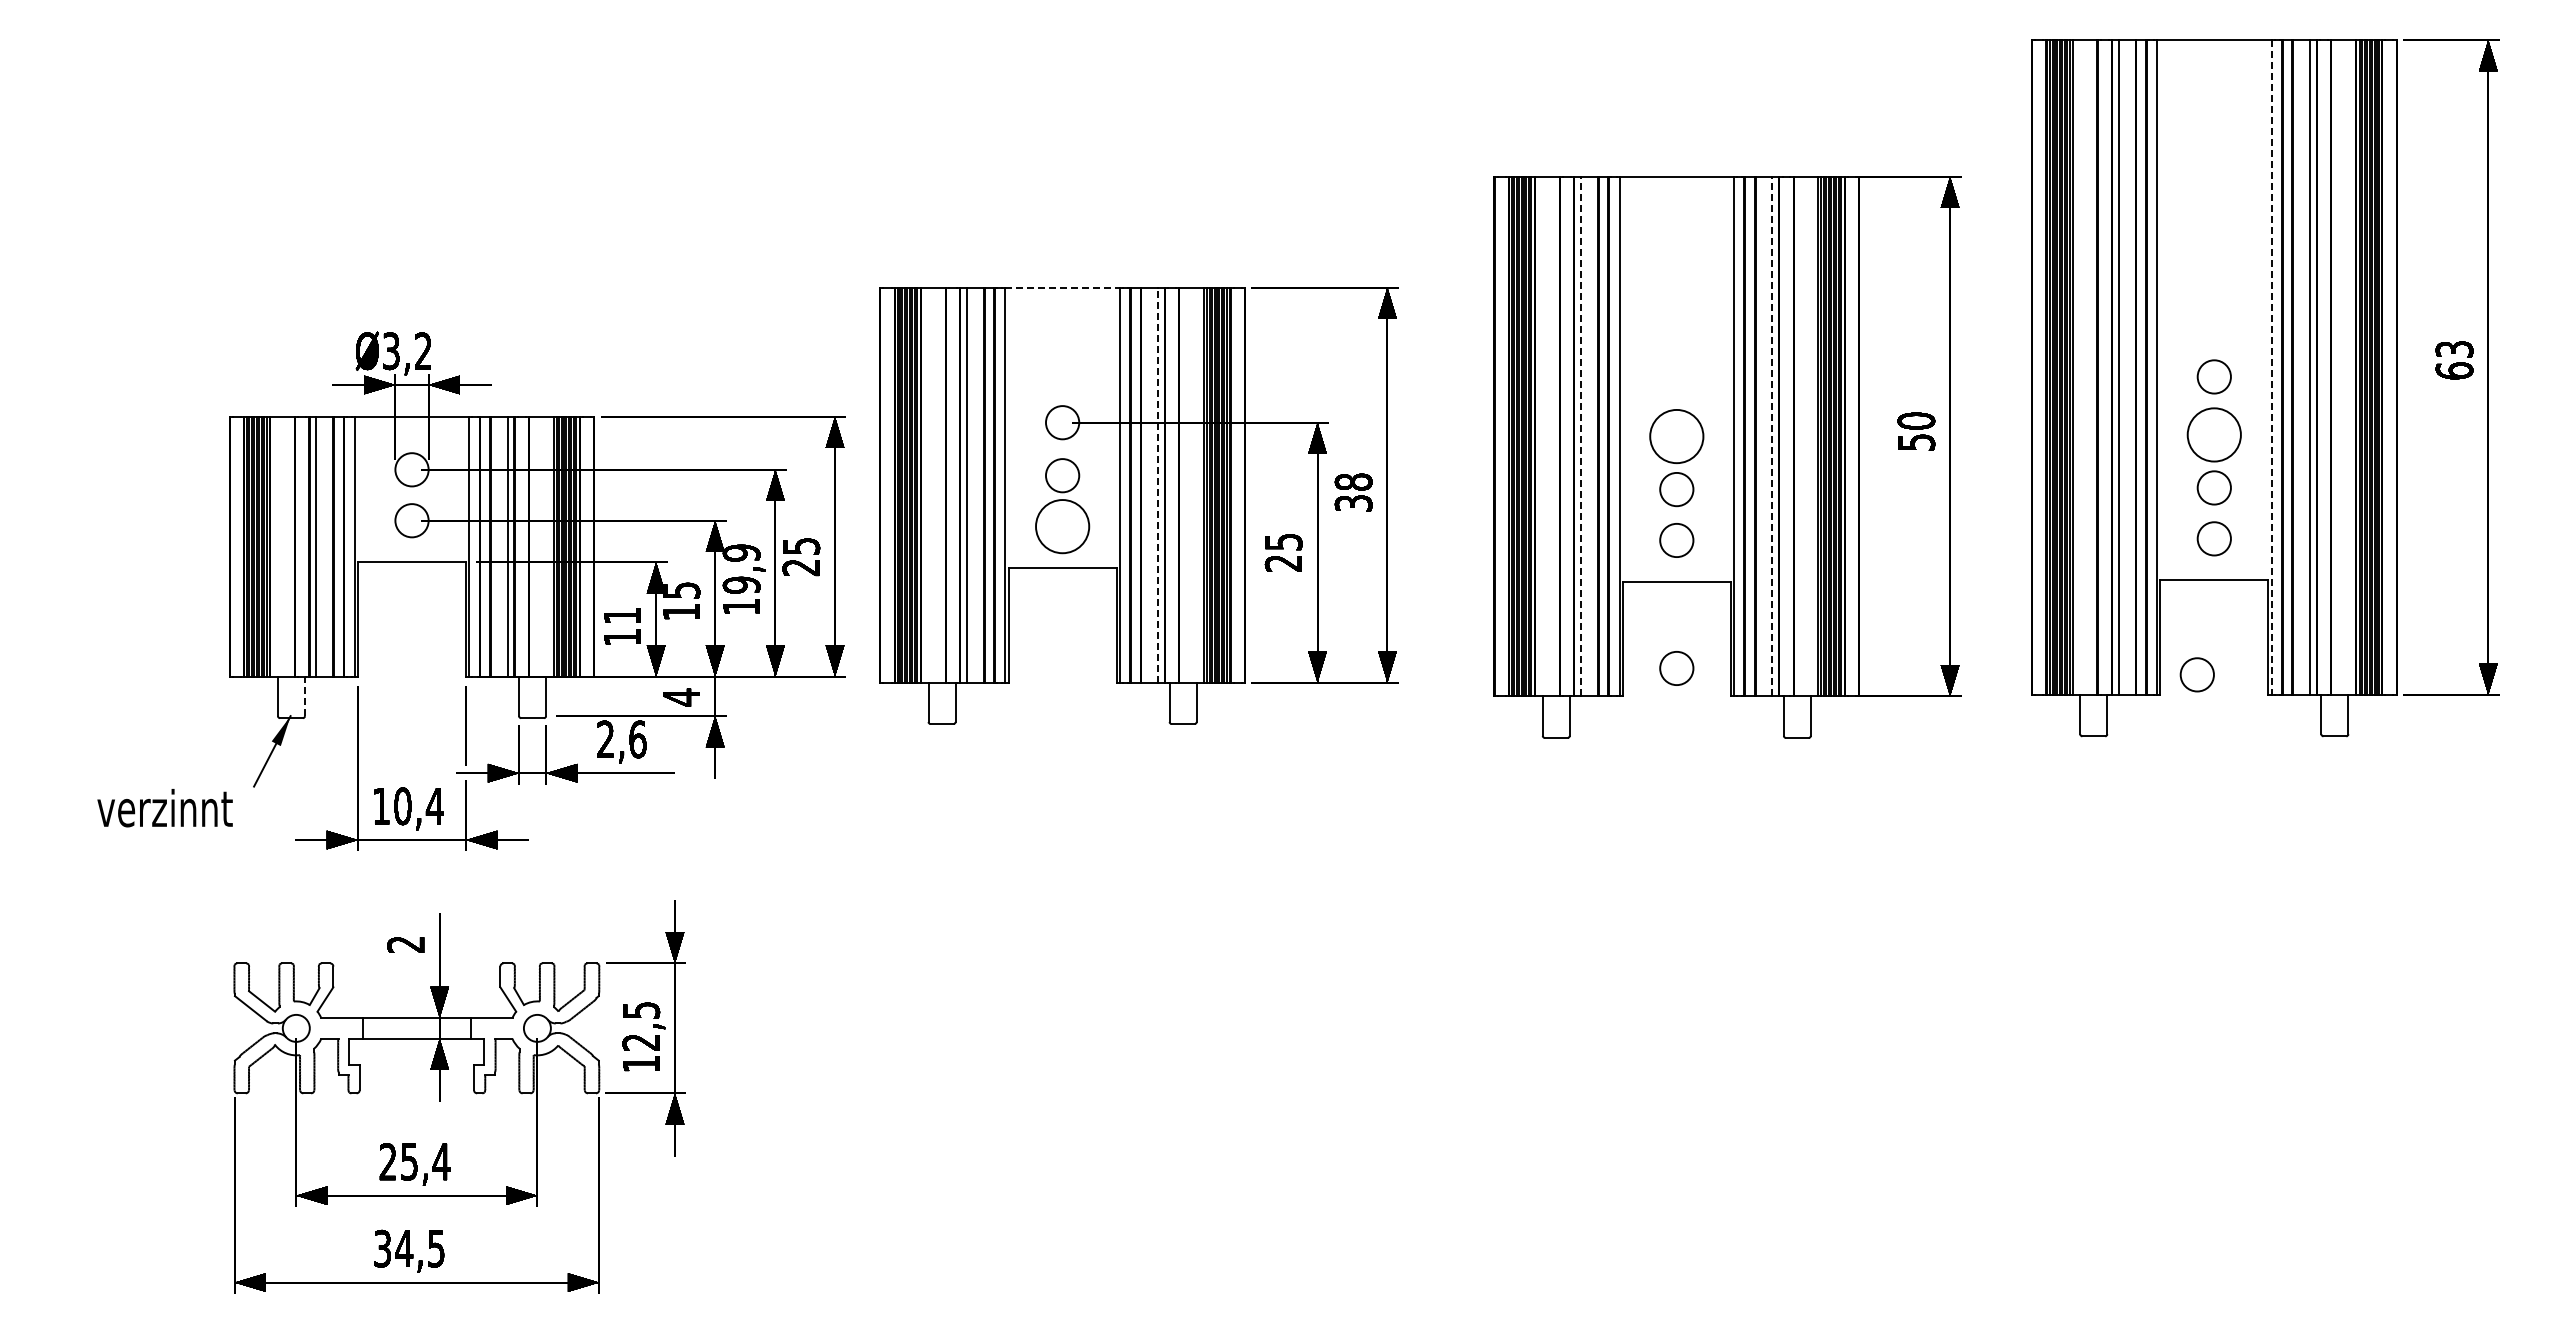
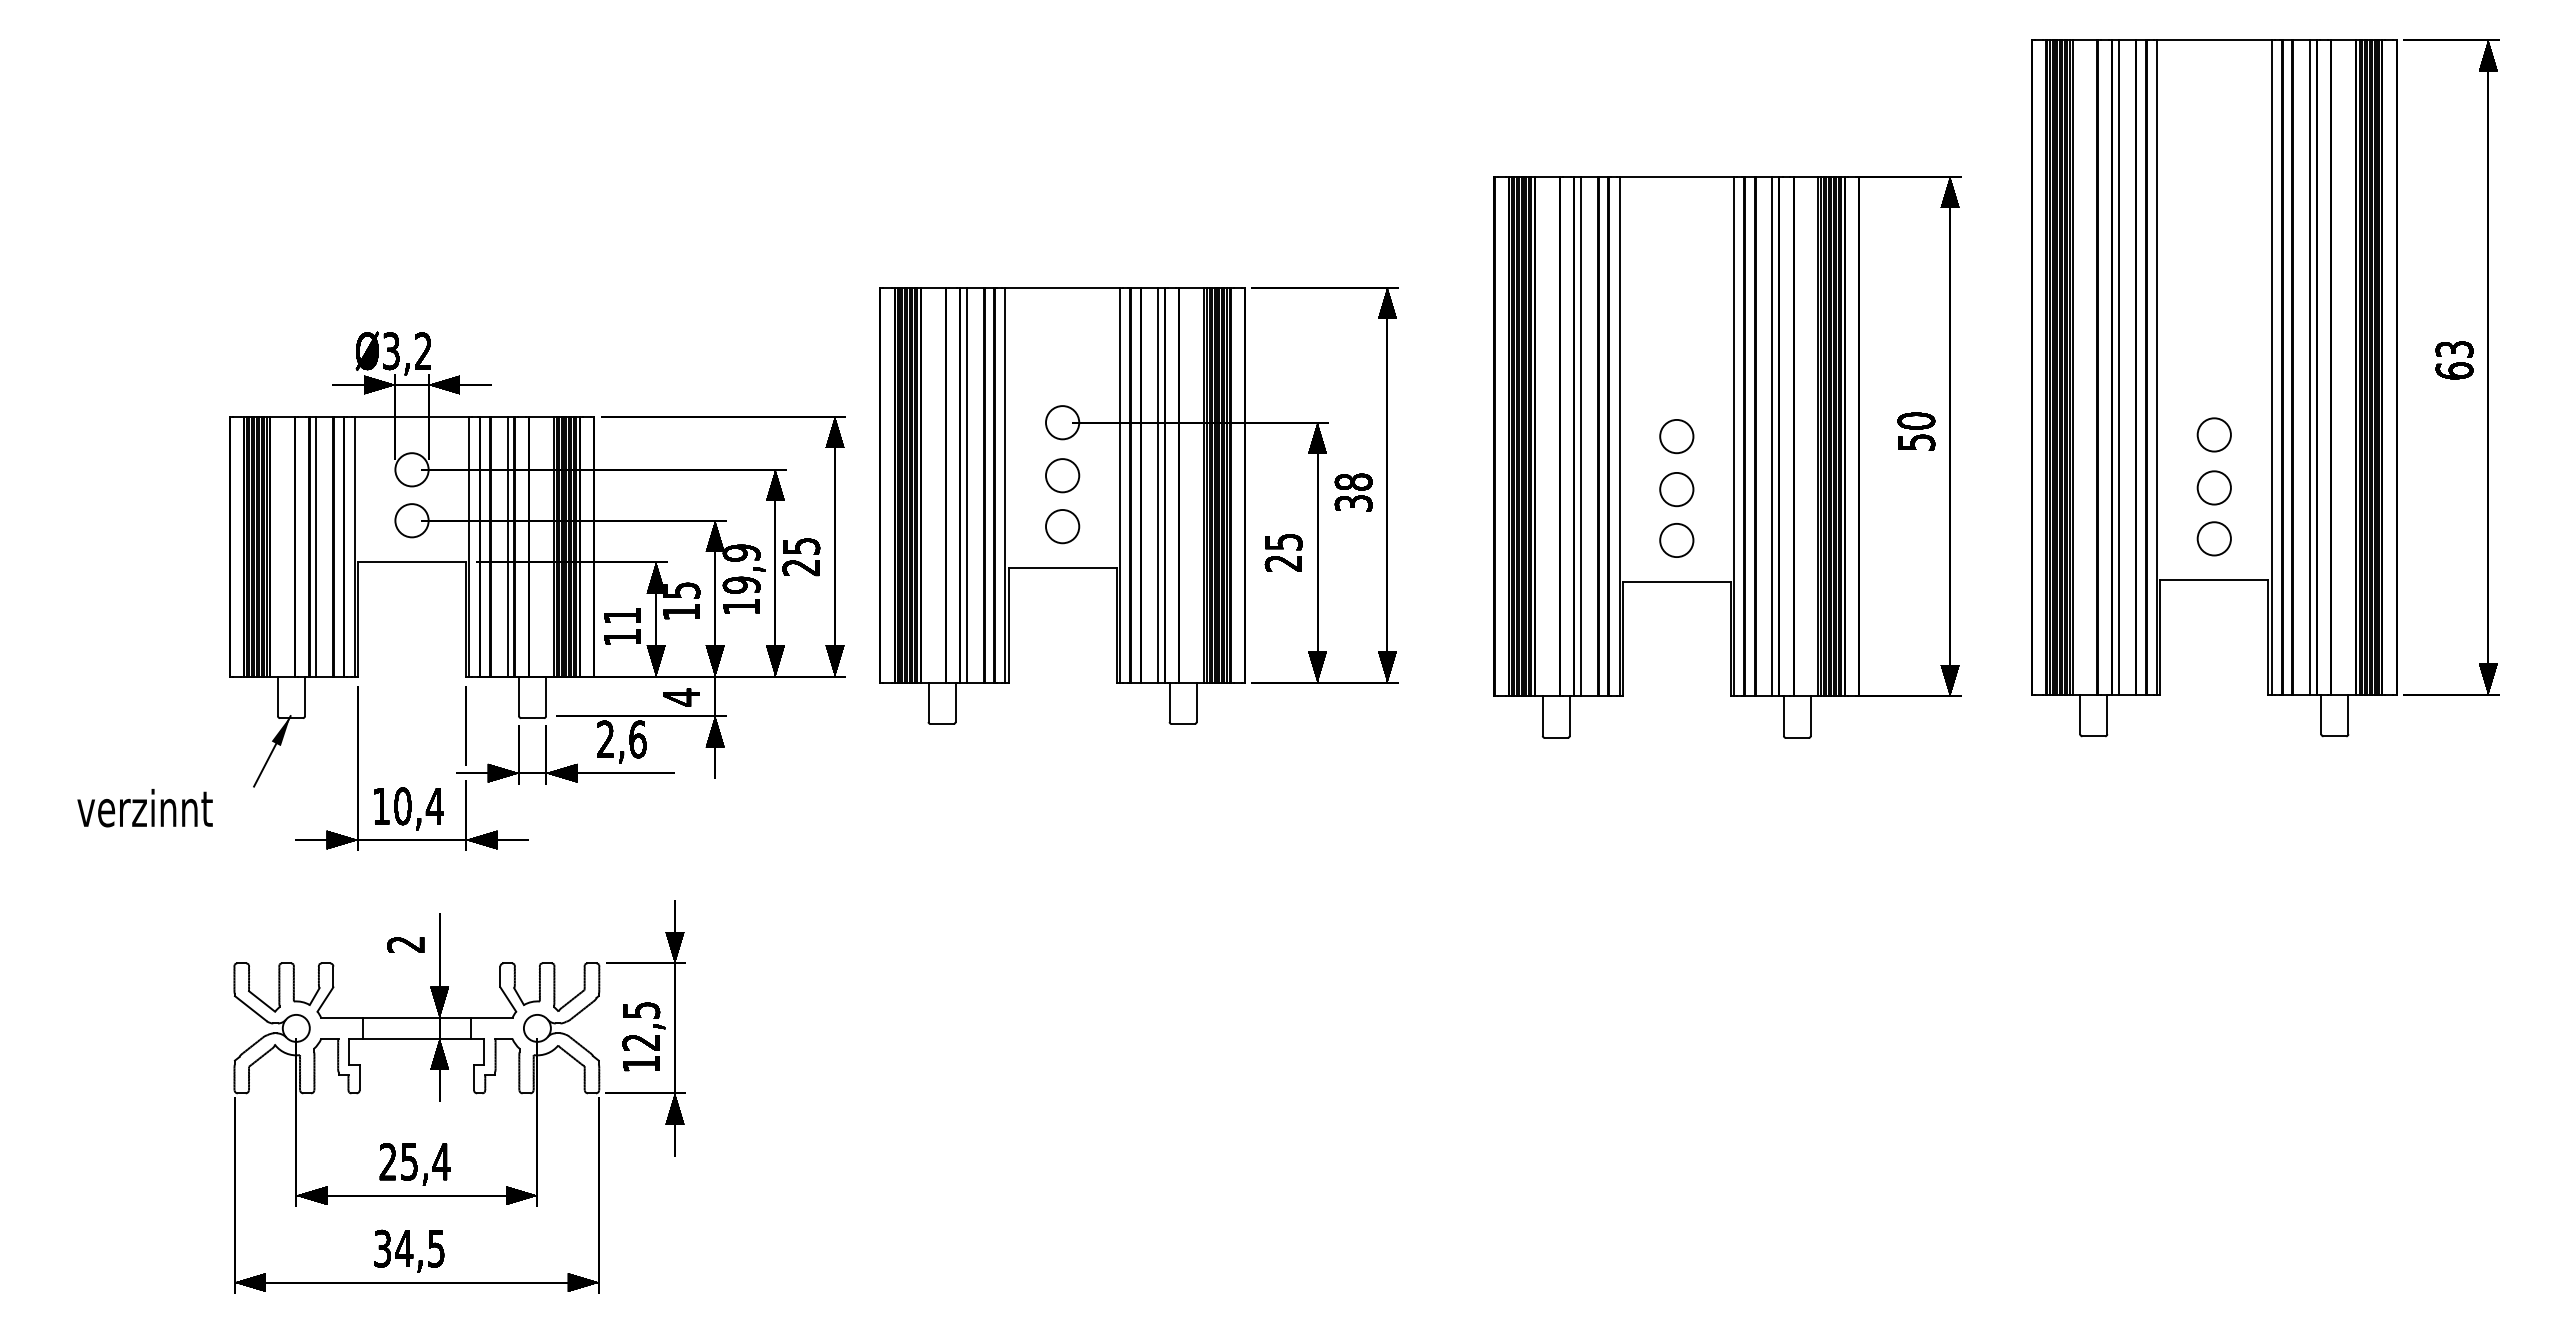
line at (1063, 287): dashed -> solid
line at (2271, 367): dashed -> solid
circle at (2213, 376): present -> none
circle at (2213, 434) diameter: 53 px -> 33 px
line at (1581, 436): dashed -> solid
circle at (1676, 436) diameter: 53 px -> 33 px
line at (1772, 436): dashed -> solid
line at (1158, 484): dashed -> solid
circle at (1062, 526) diameter: 53 px -> 33 px
circle at (1676, 668): present -> none
circle at (2196, 674): present -> none
line at (304, 696): dashed -> solid
text at (164, 808) position: (164, 808) -> (144, 808)
